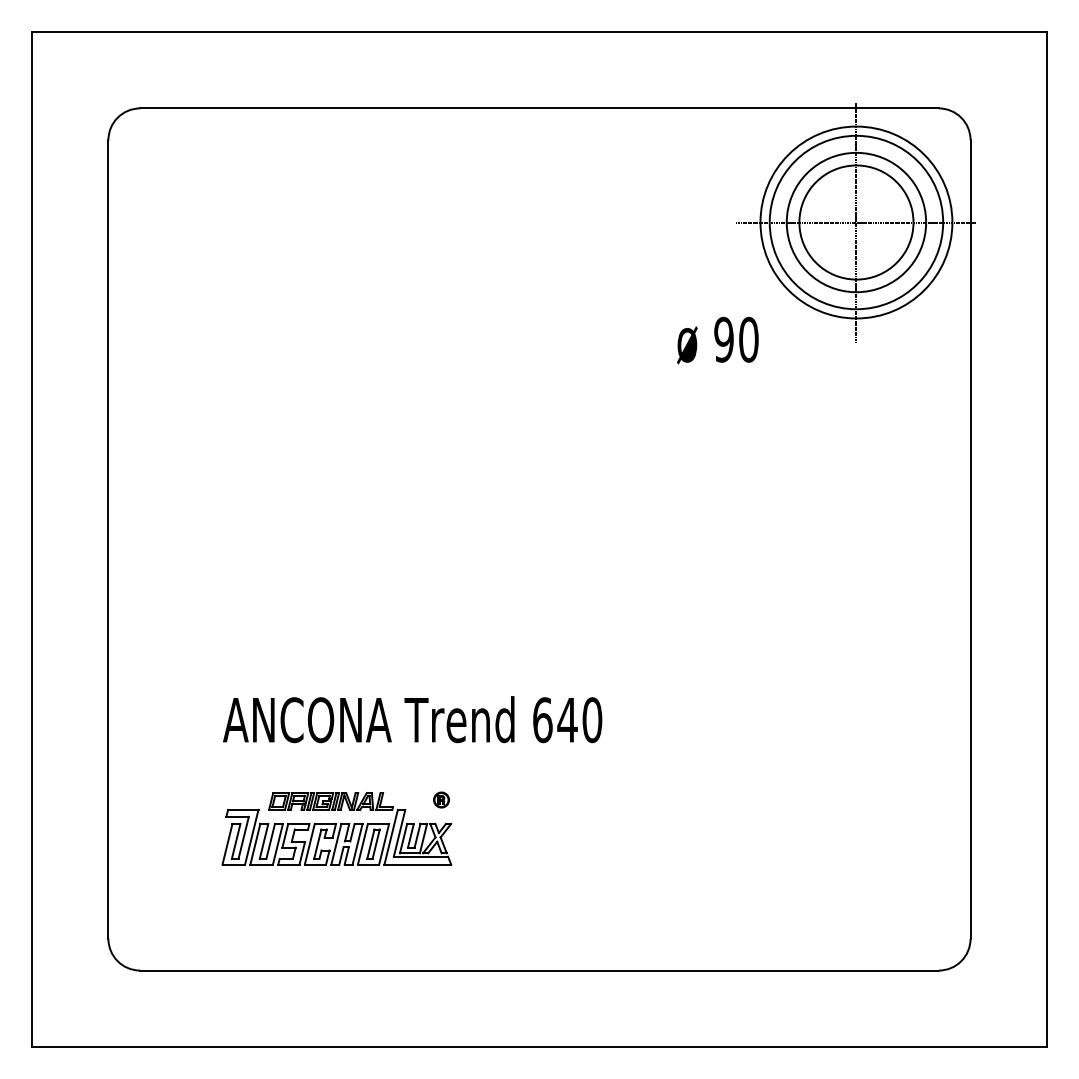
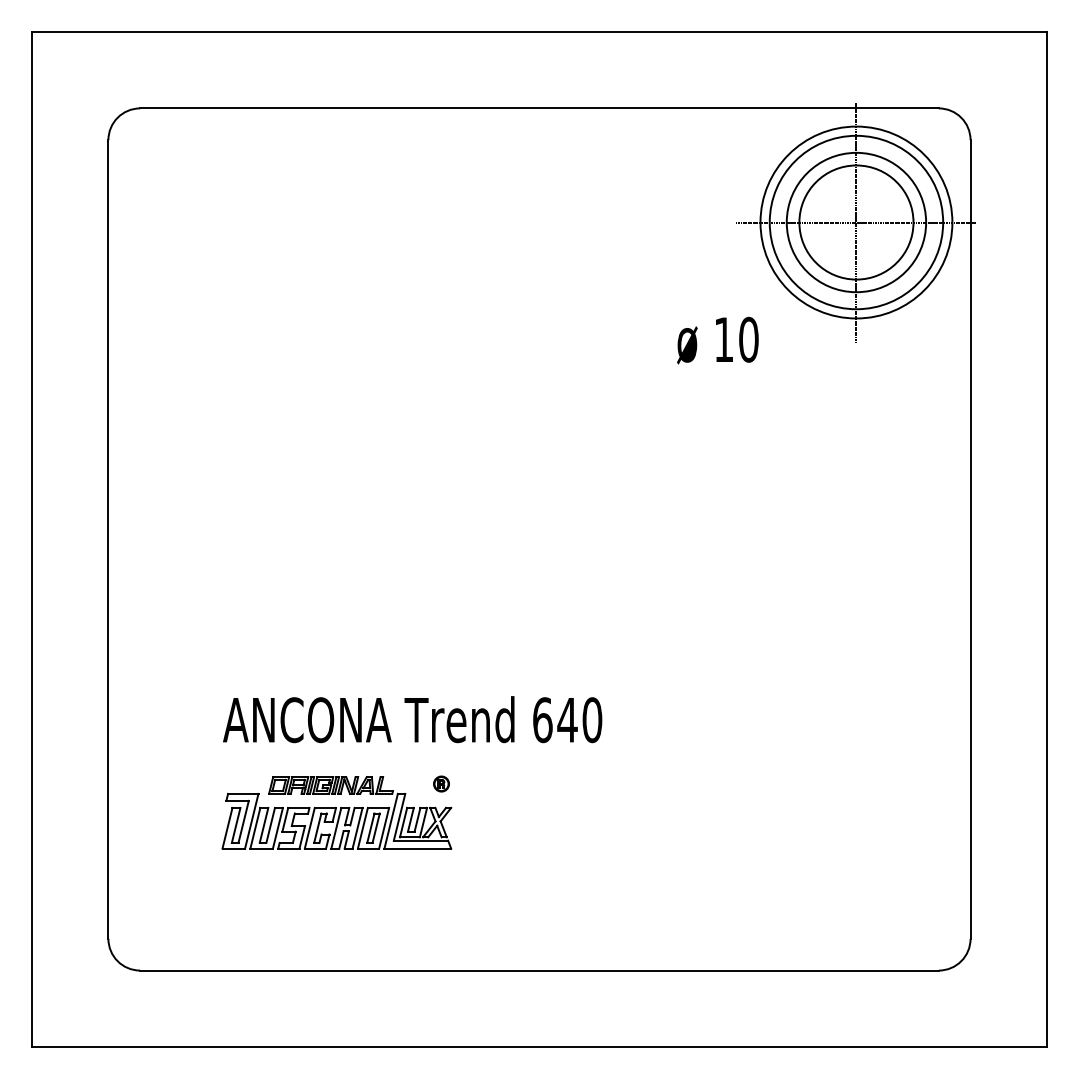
text at (723, 339): 90 -> 10
part at (336, 828) position: (336, 828) -> (336, 812)
